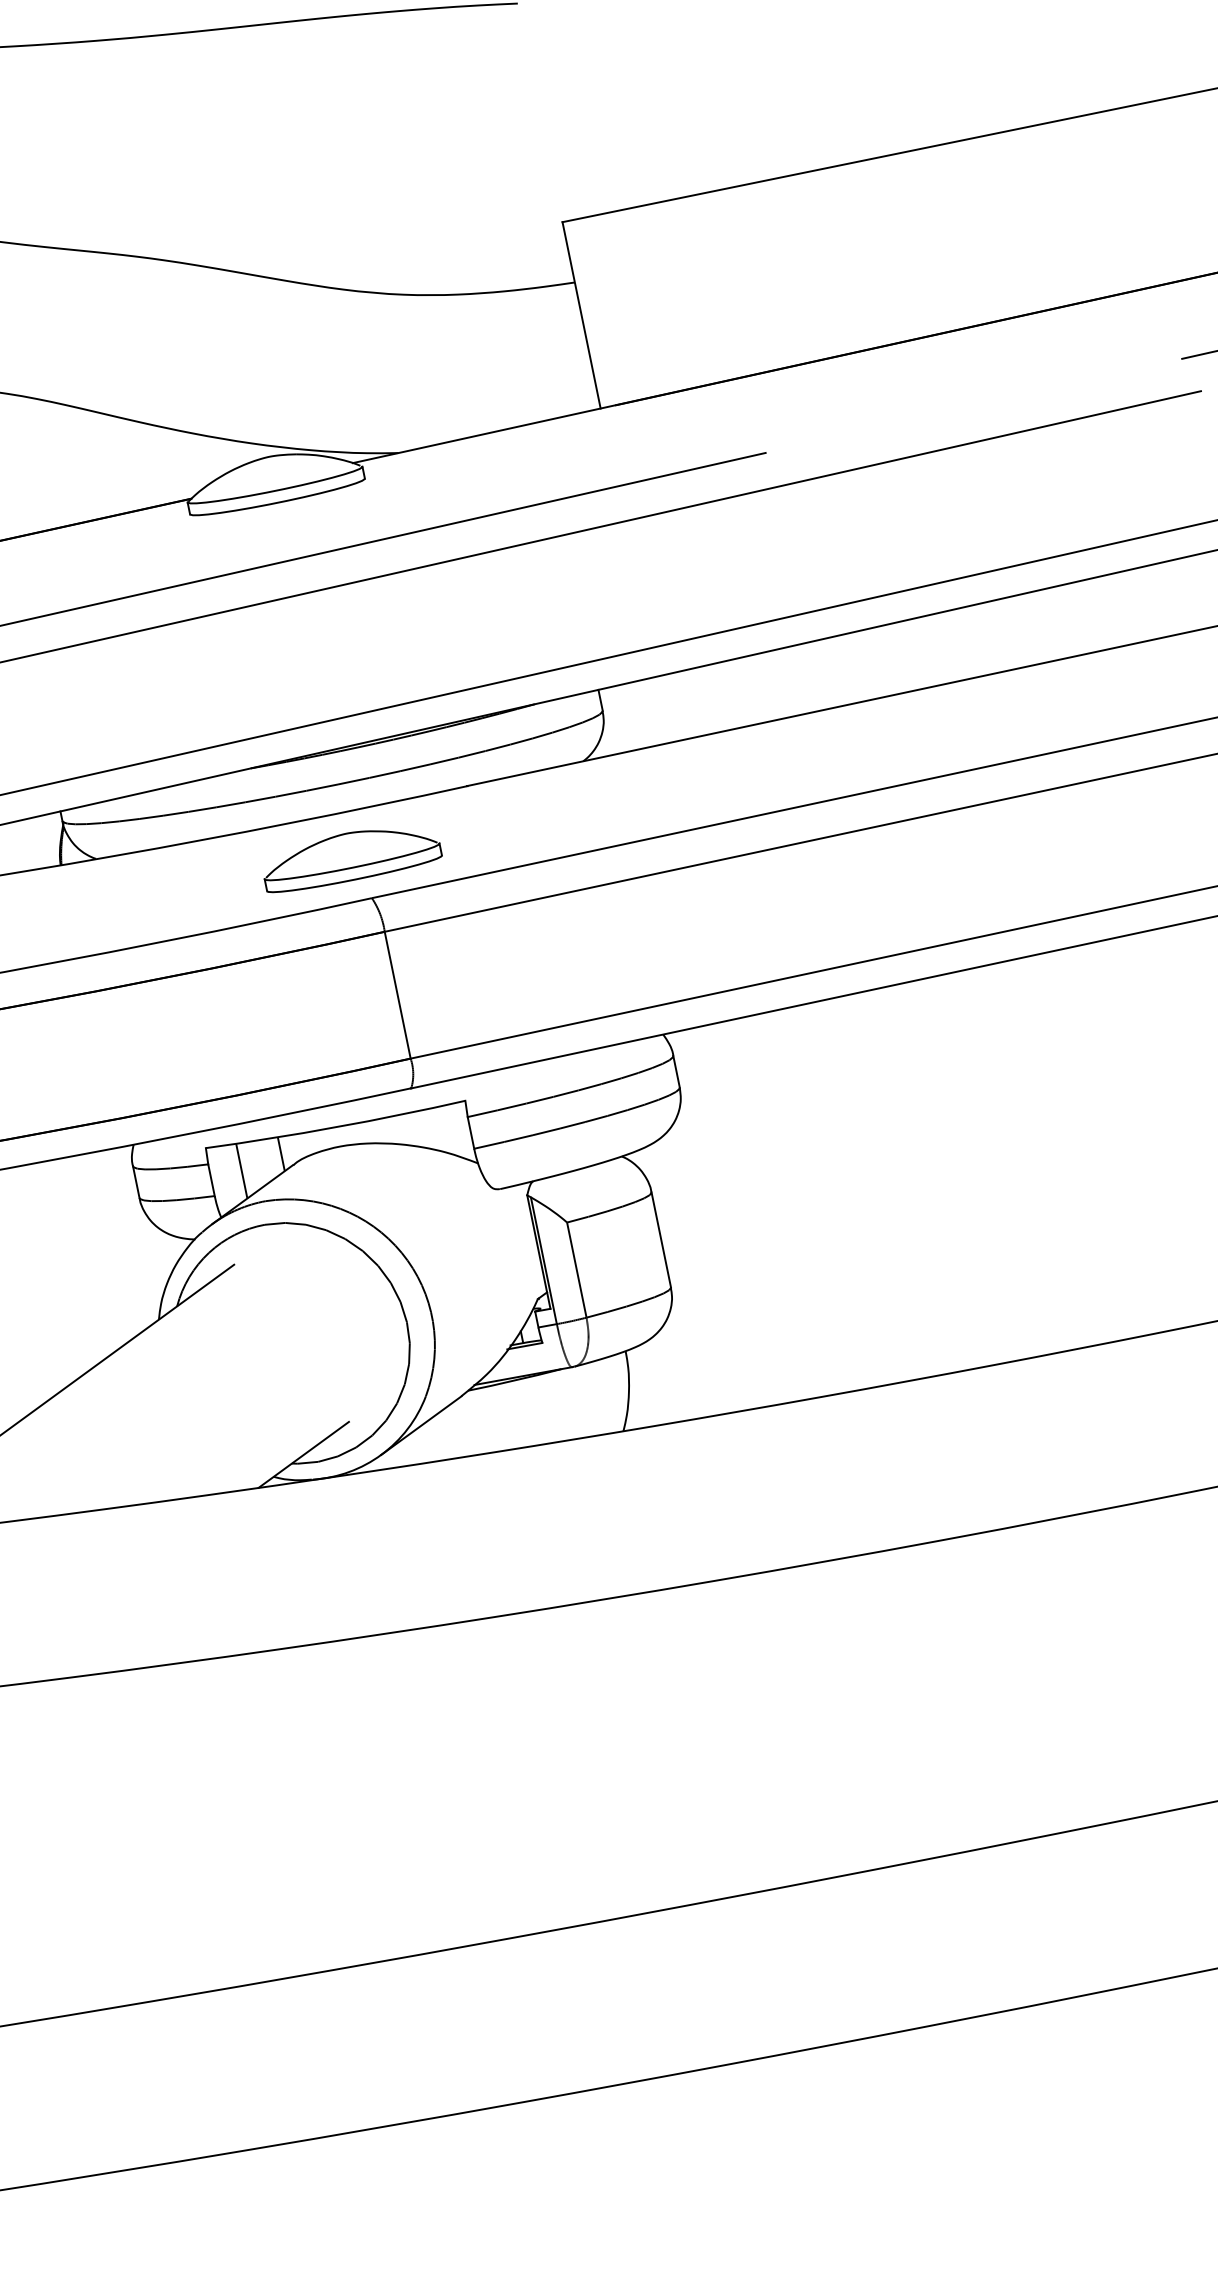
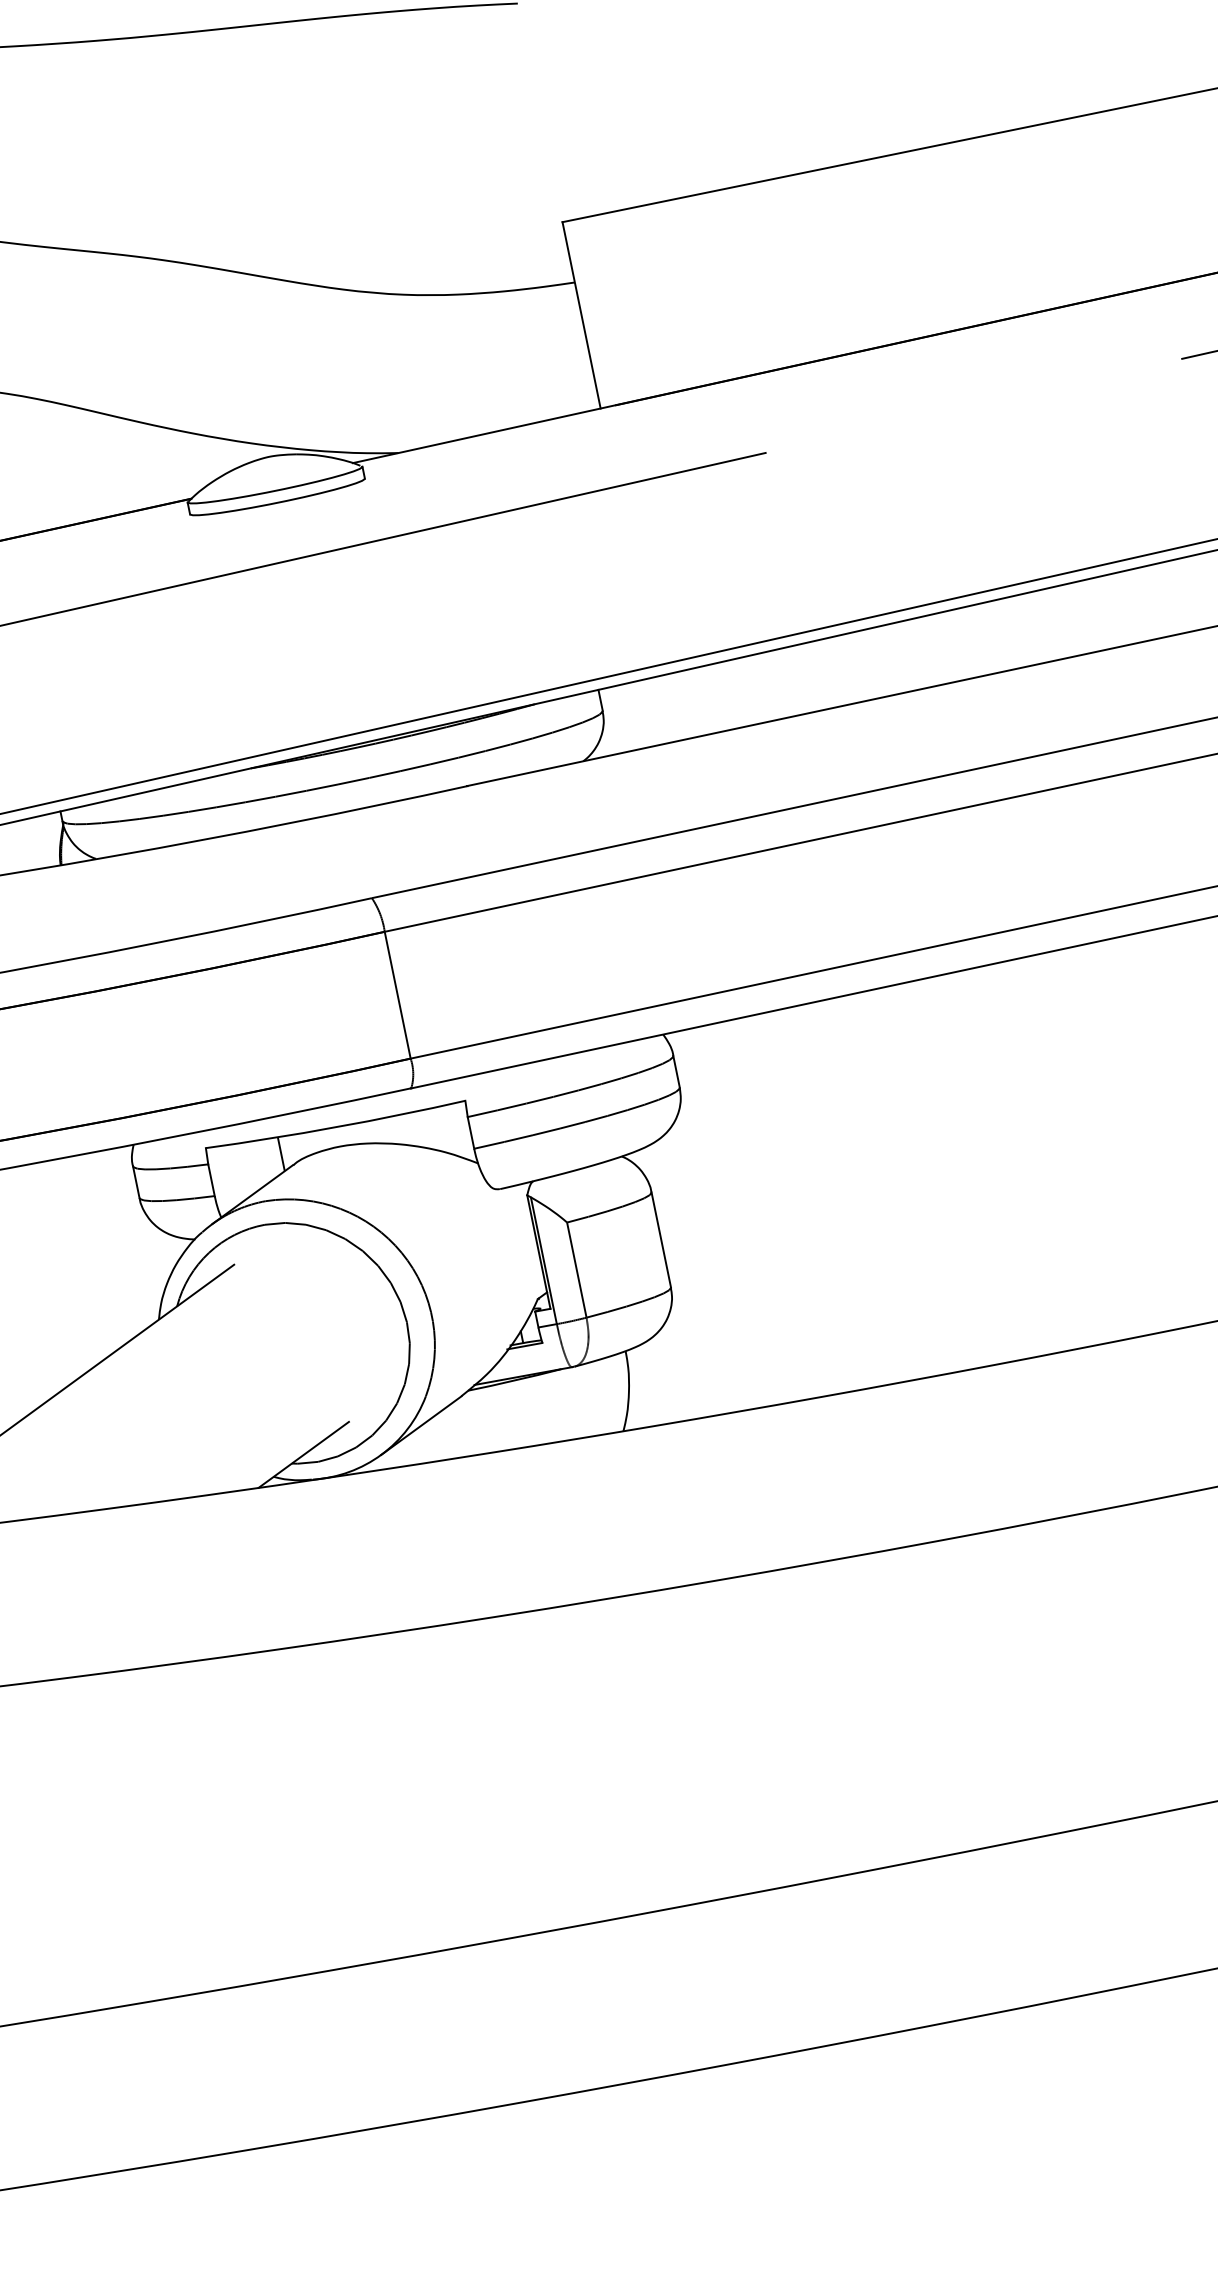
line at (601, 526): present -> none
line at (608, 657) position: (608, 657) -> (608, 676)
part at (352, 861): present -> none
line at (241, 1170): present -> none
